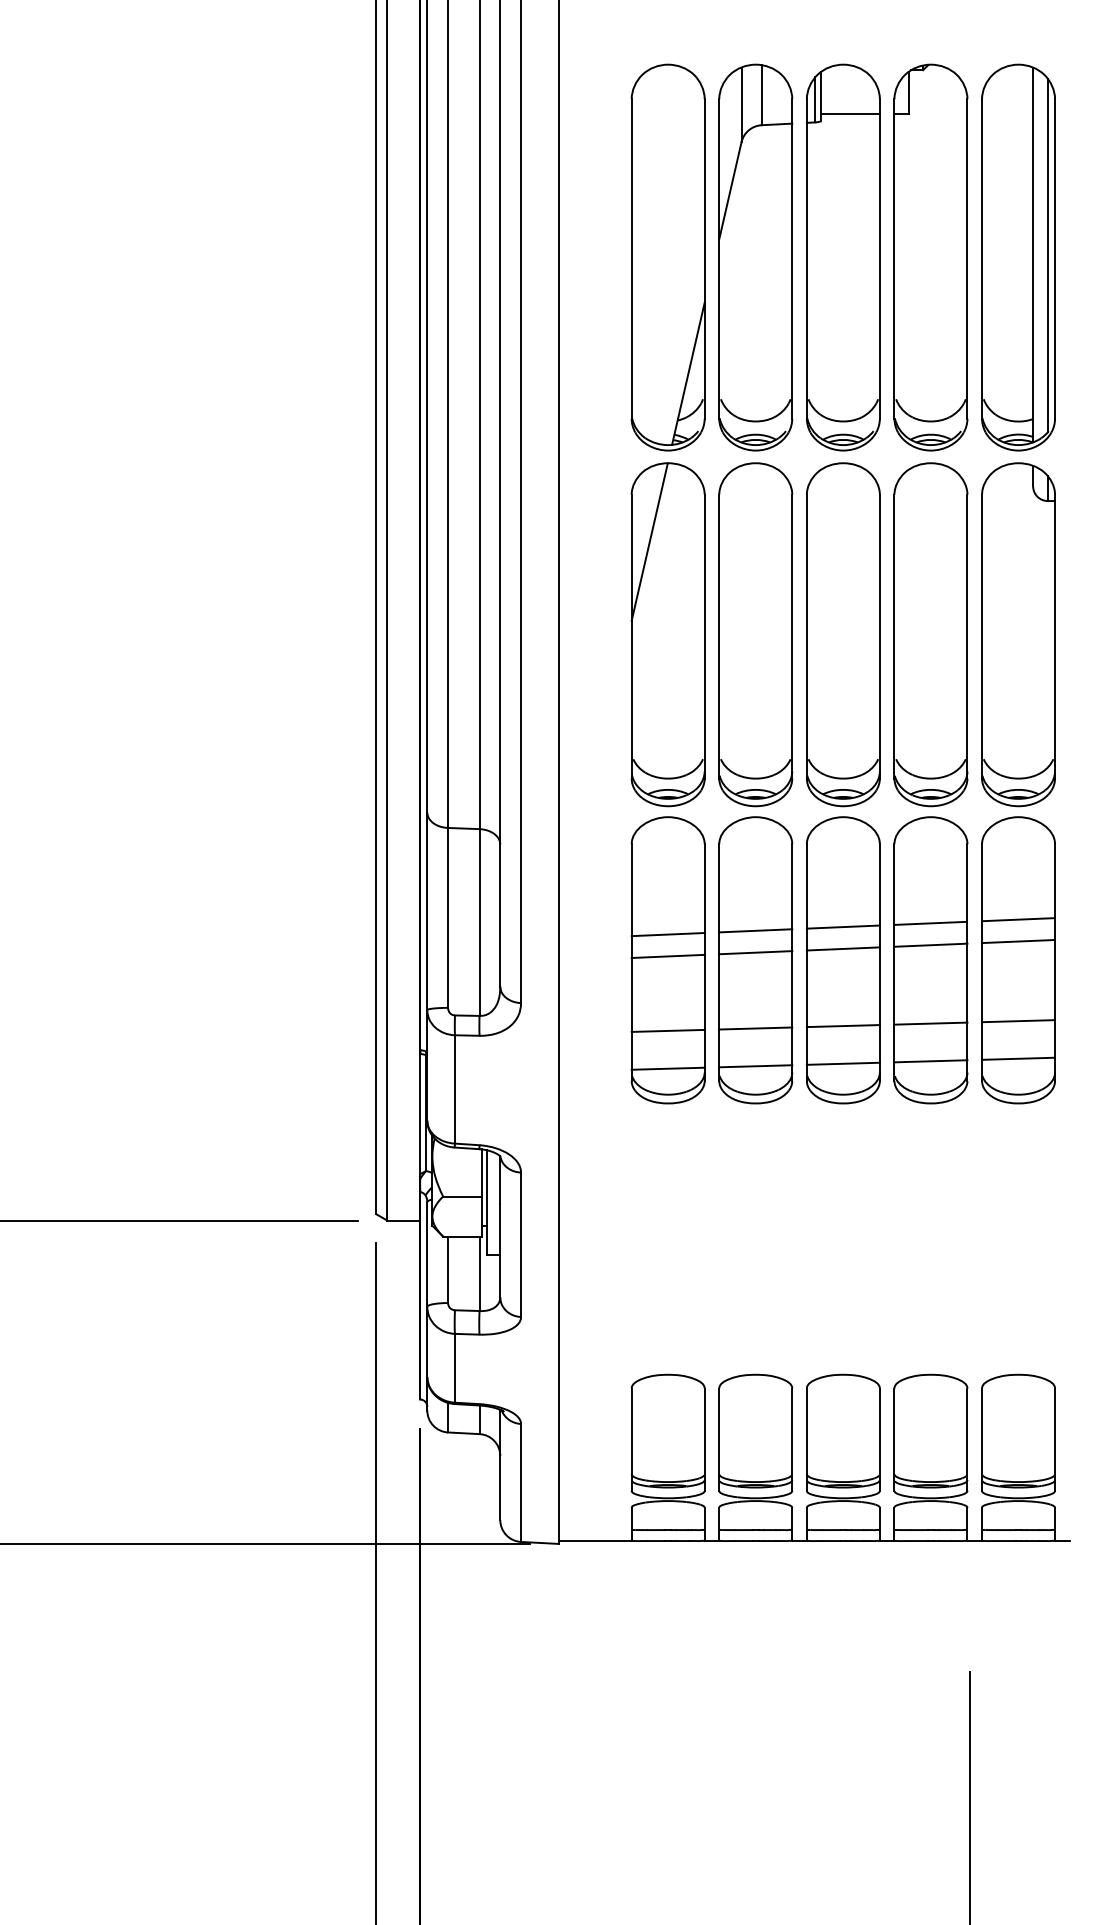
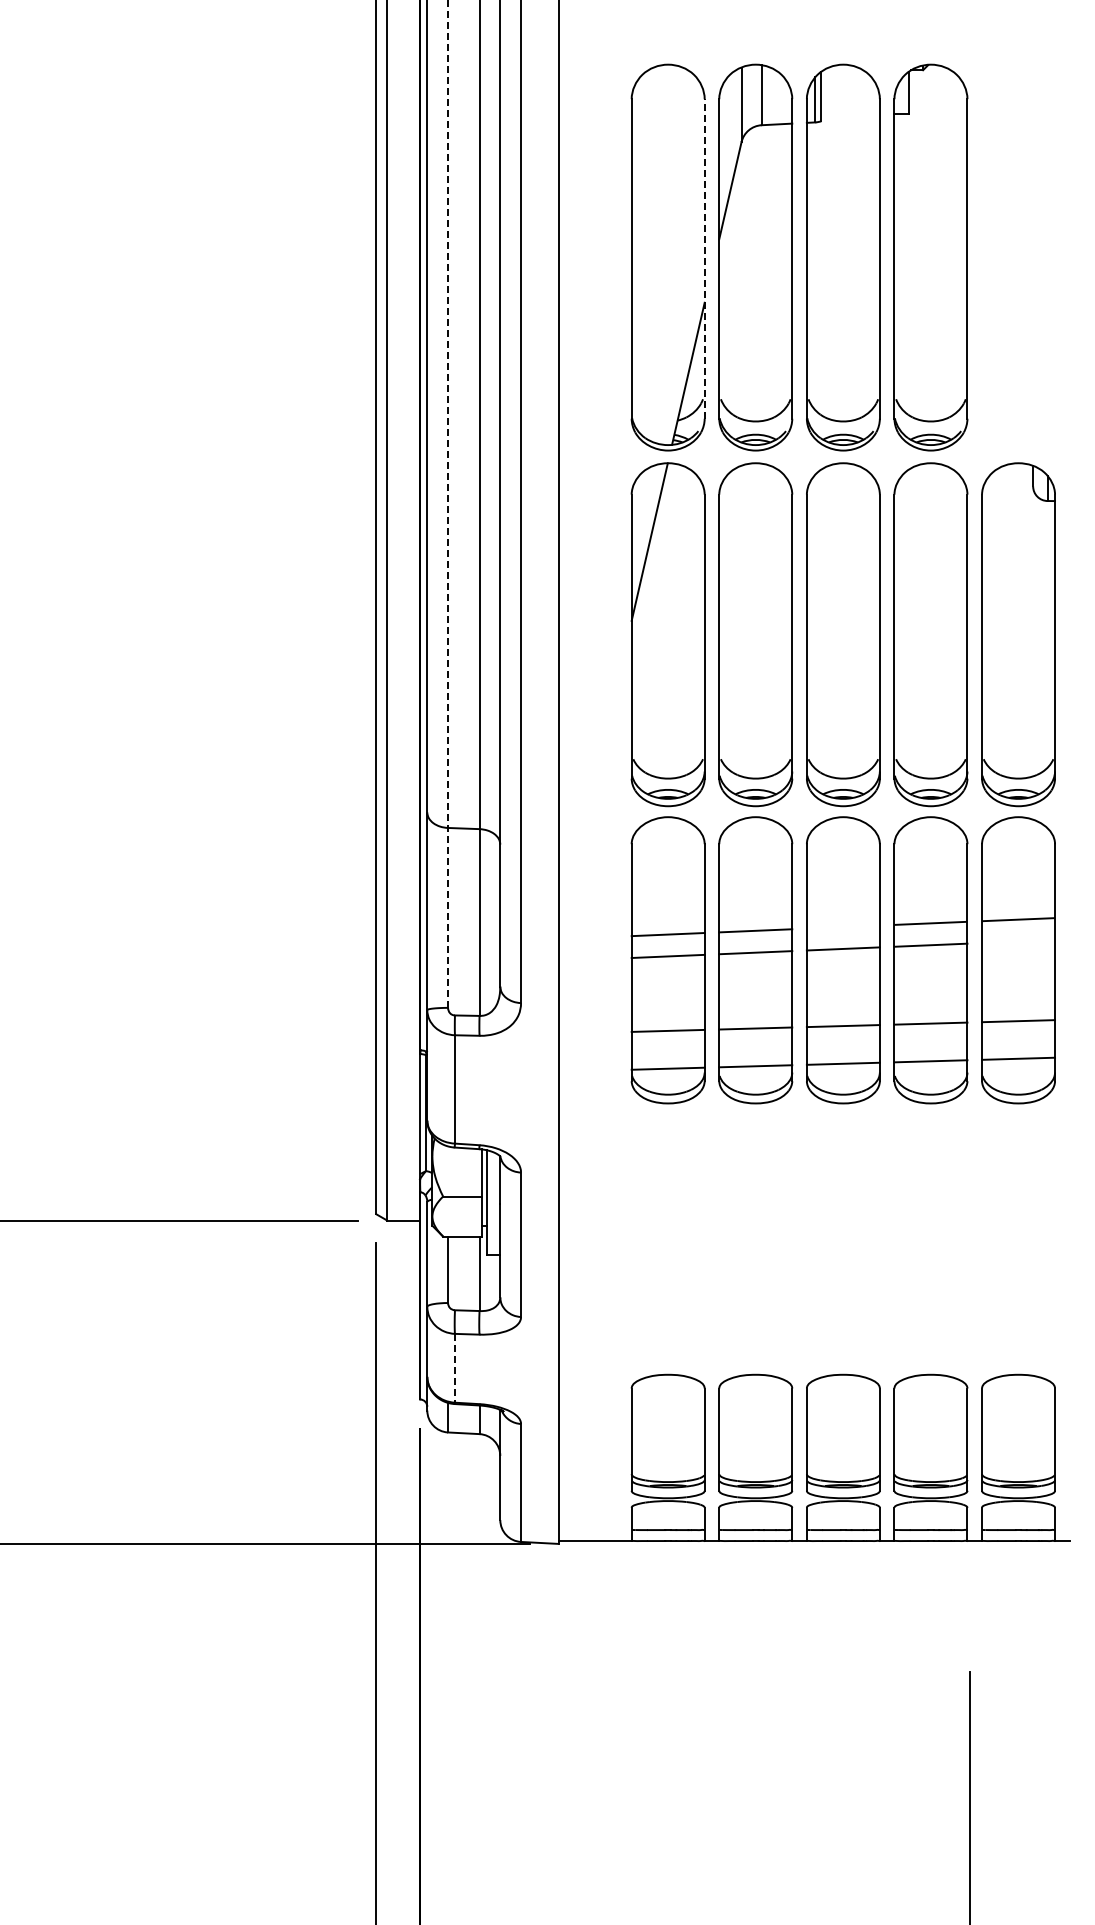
line at (850, 114): present -> none
part at (1018, 257): present -> none
line at (704, 258): solid -> dashed
line at (448, 504): solid -> dashed
line at (842, 926): present -> none
line at (1018, 941): present -> none
line at (454, 1368): solid -> dashed
